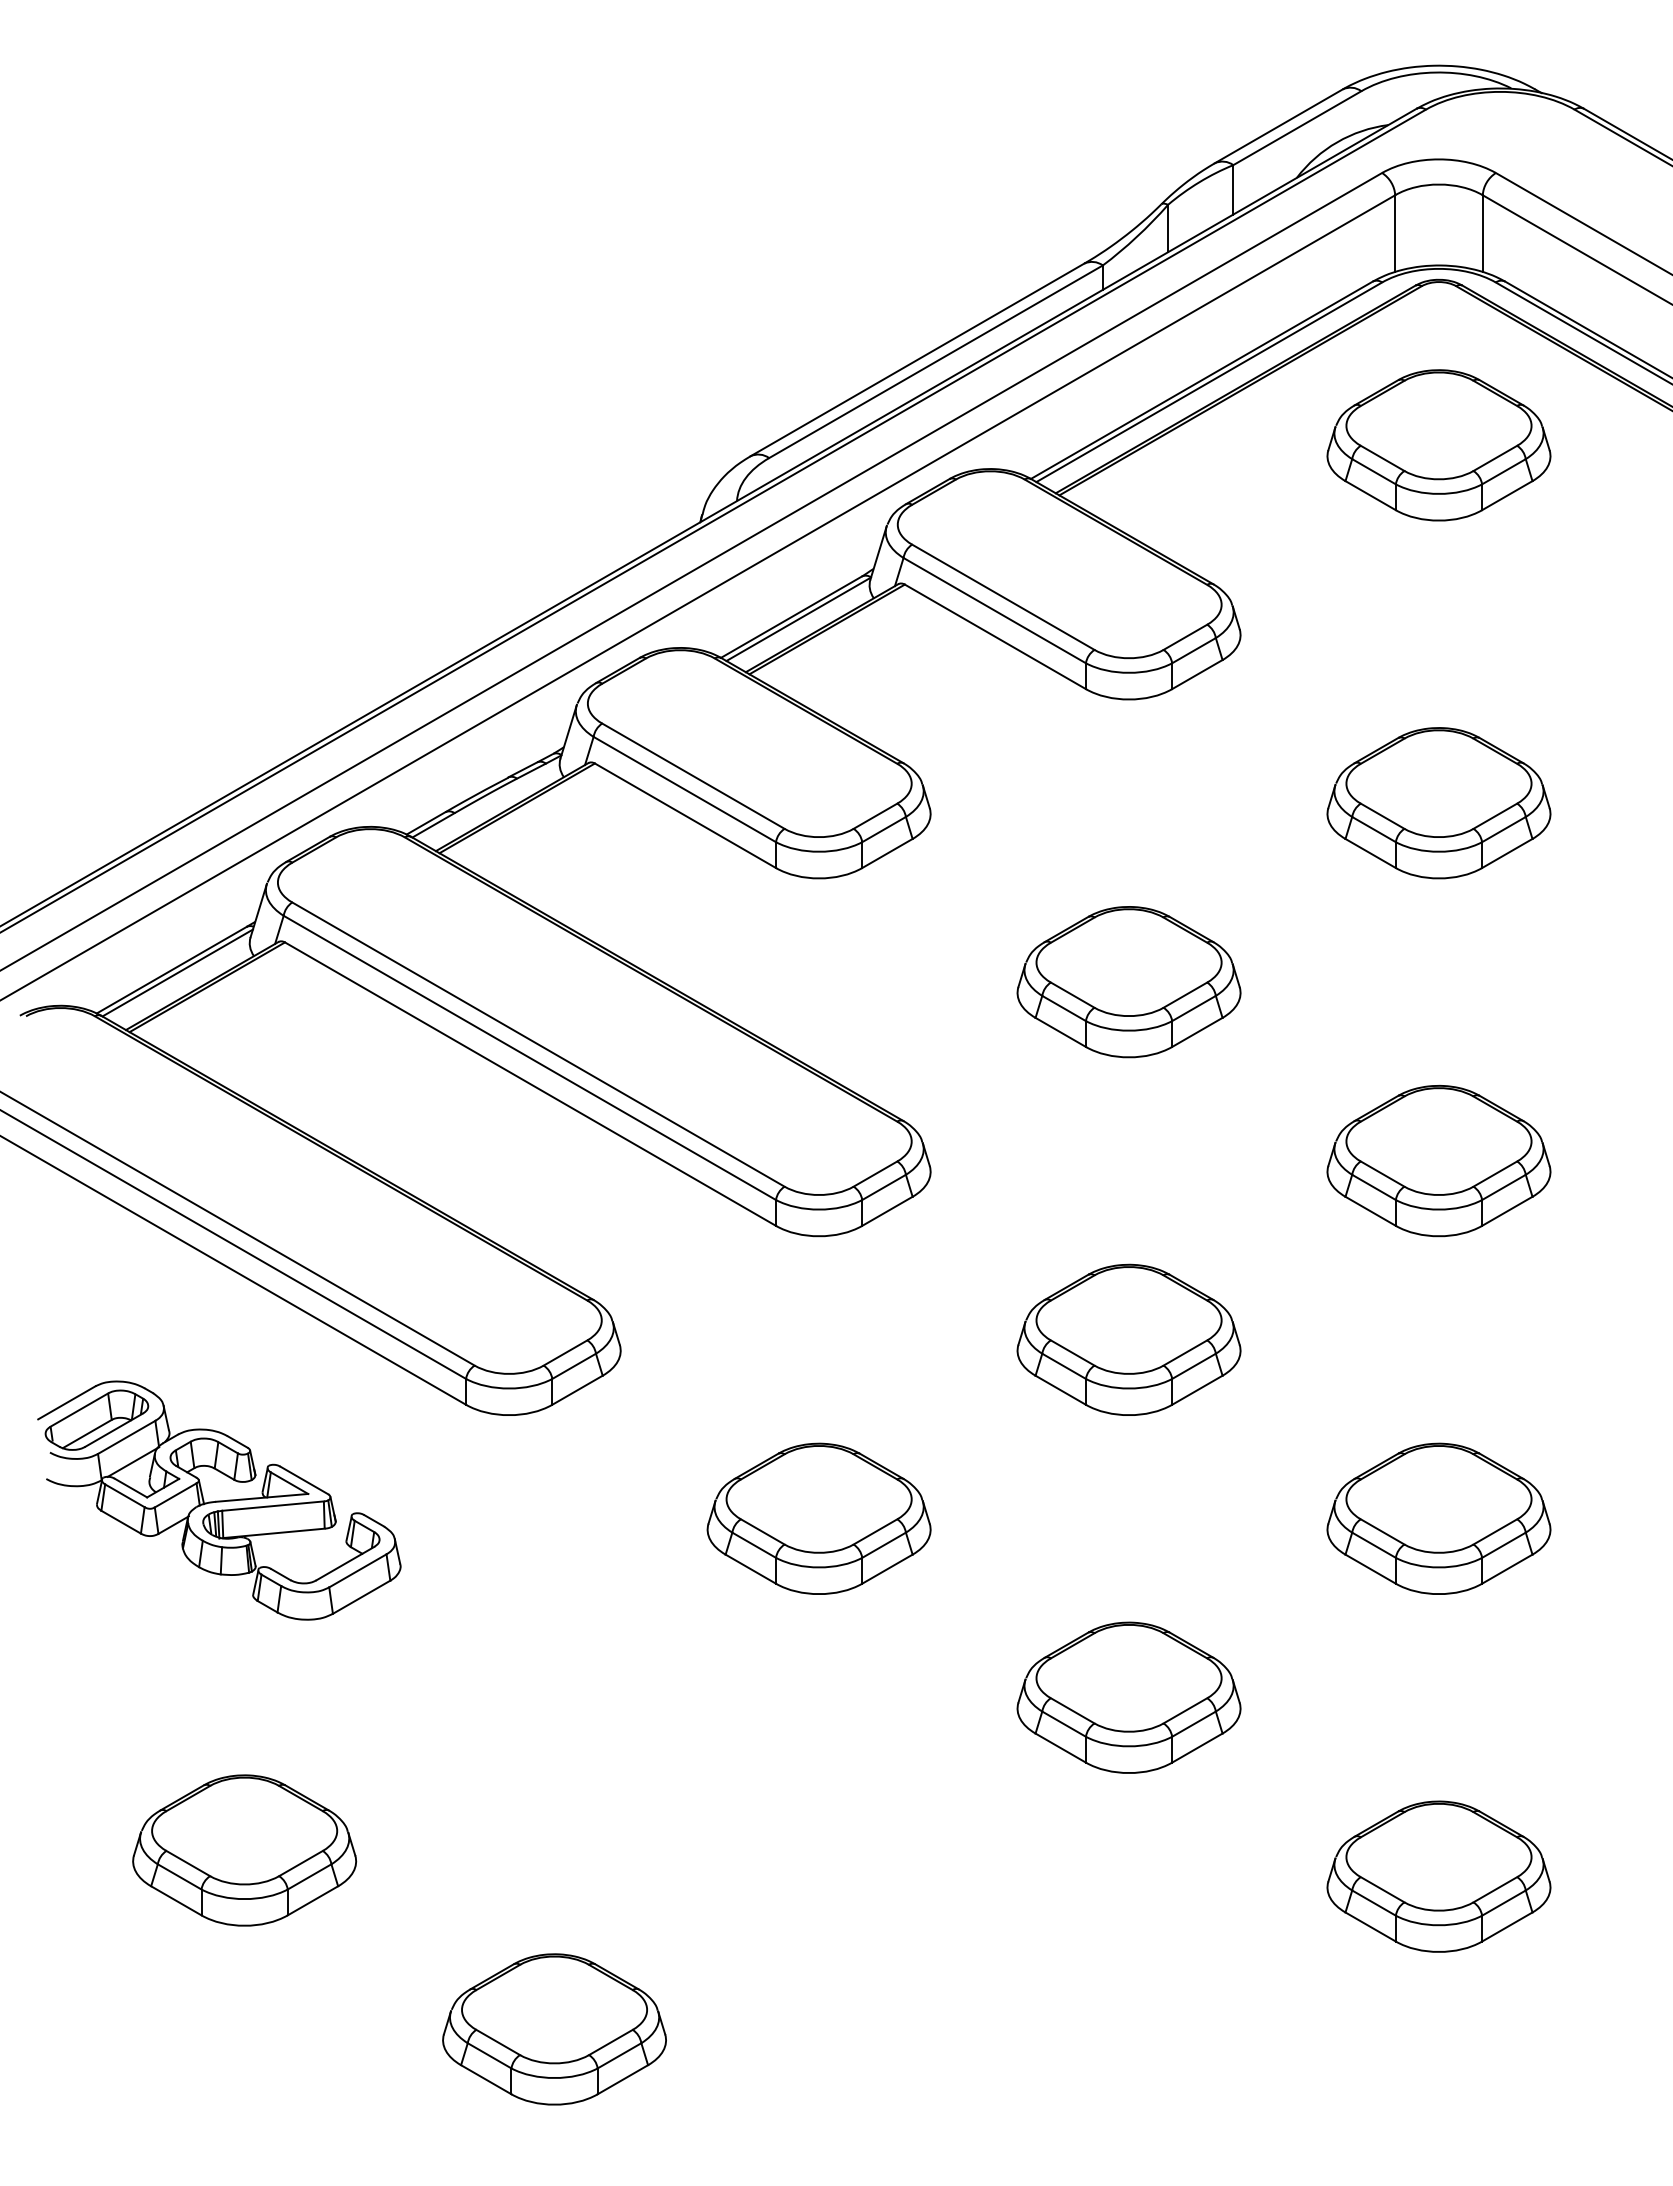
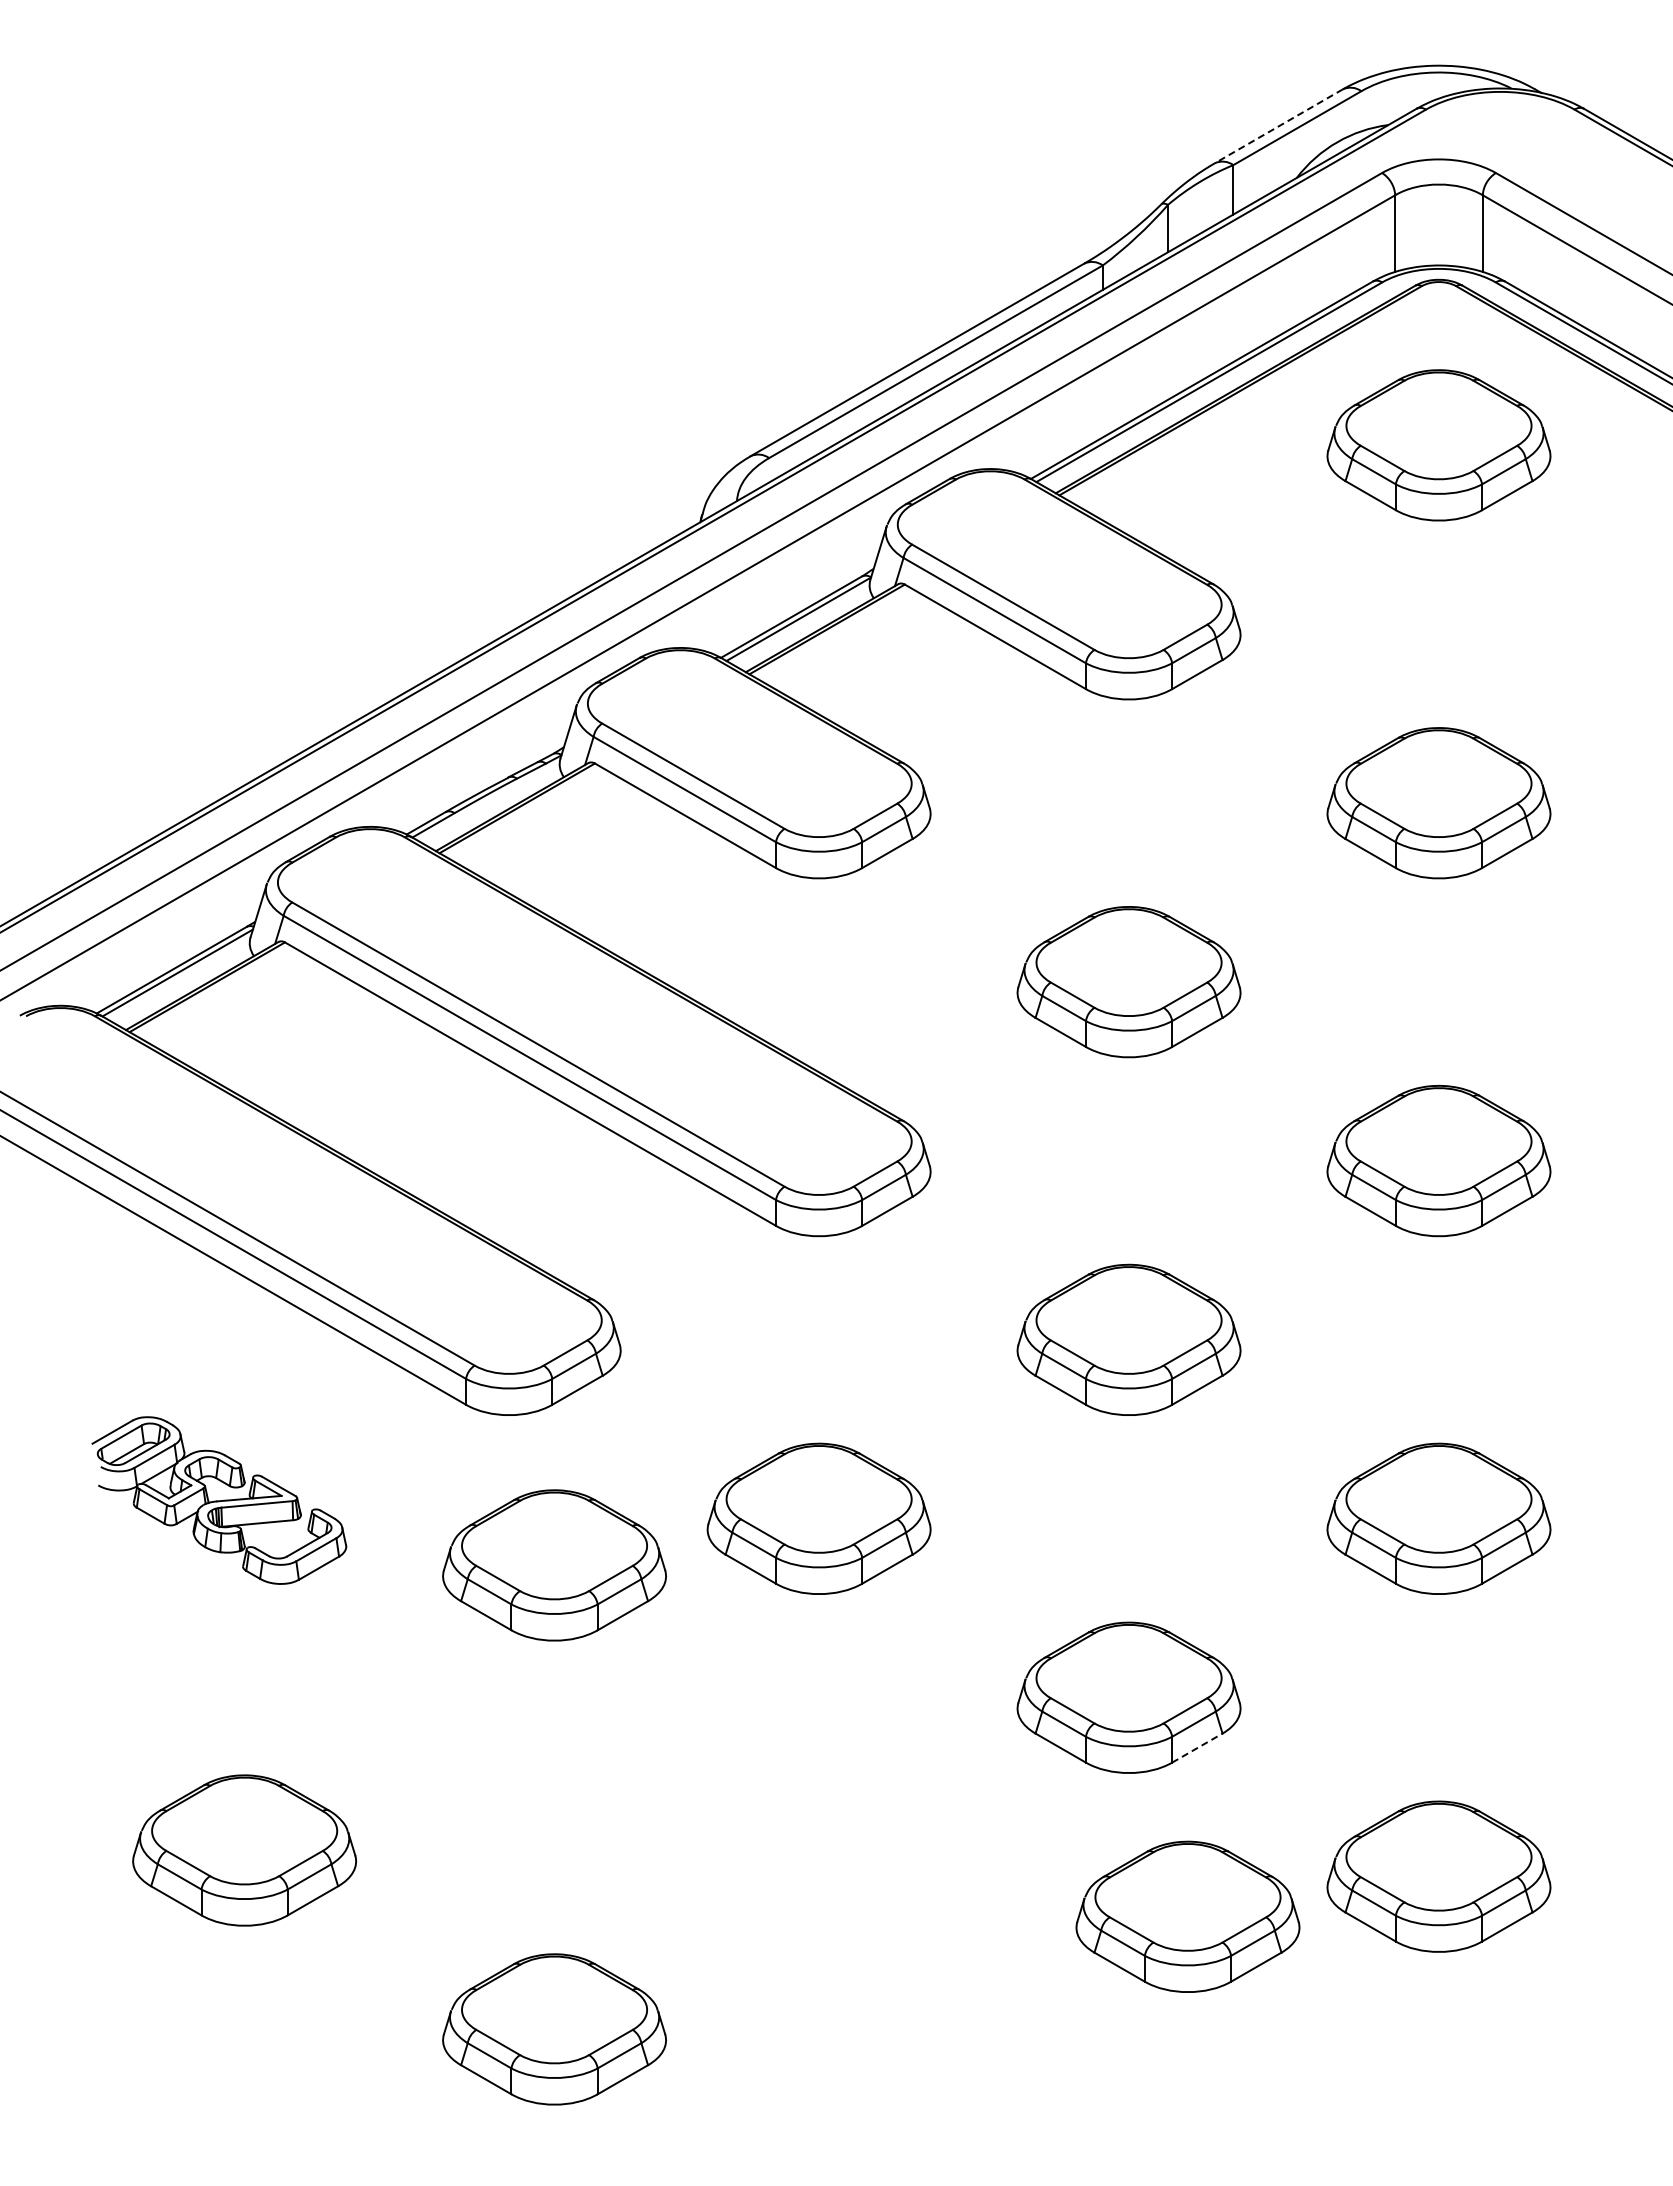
line at (1278, 126): solid -> dashed
part at (219, 1500) size: 365x241 px -> 257x169 px
part at (554, 1565): none -> present
line at (1197, 1747): solid -> dashed
part at (1187, 1916): none -> present
